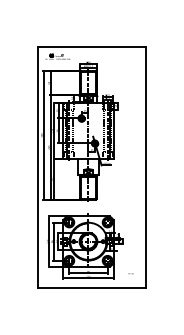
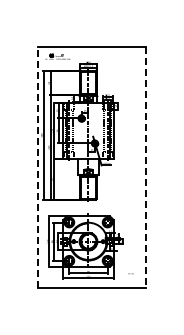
line at (37, 167): solid -> dashed
line at (146, 167): solid -> dashed
